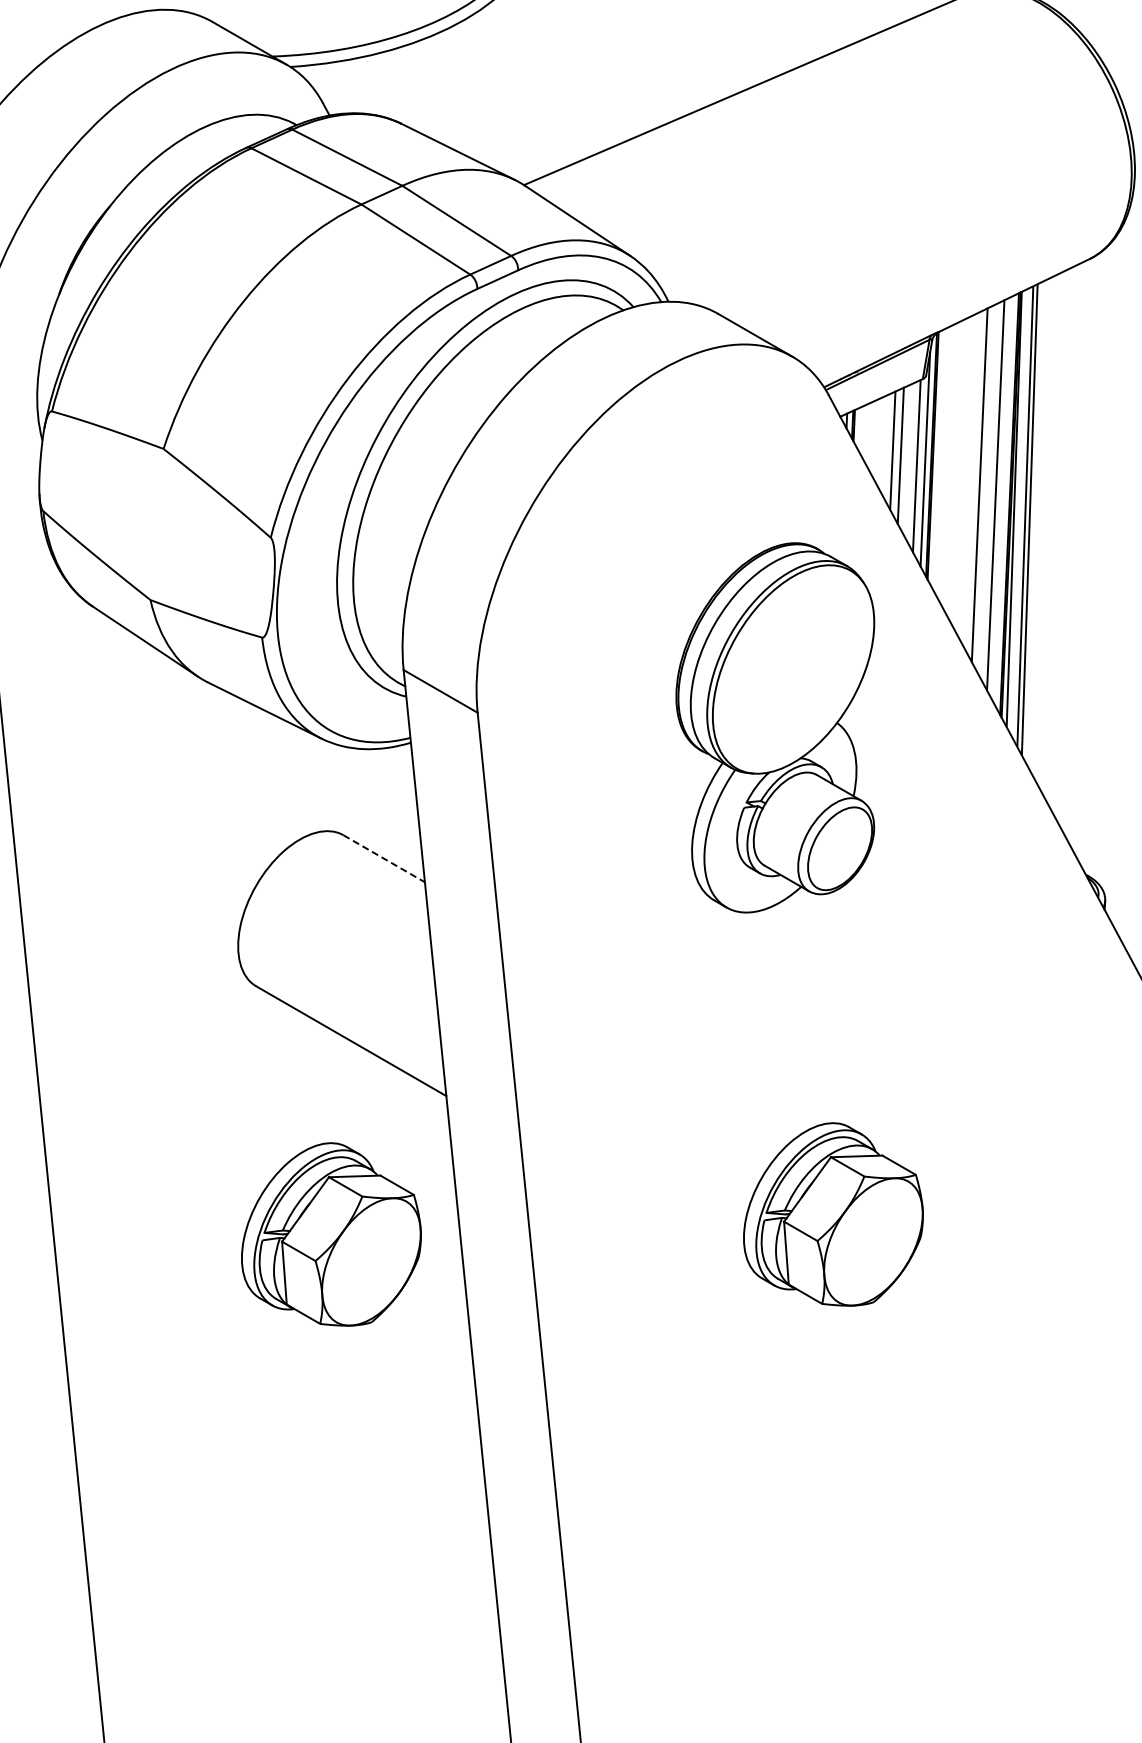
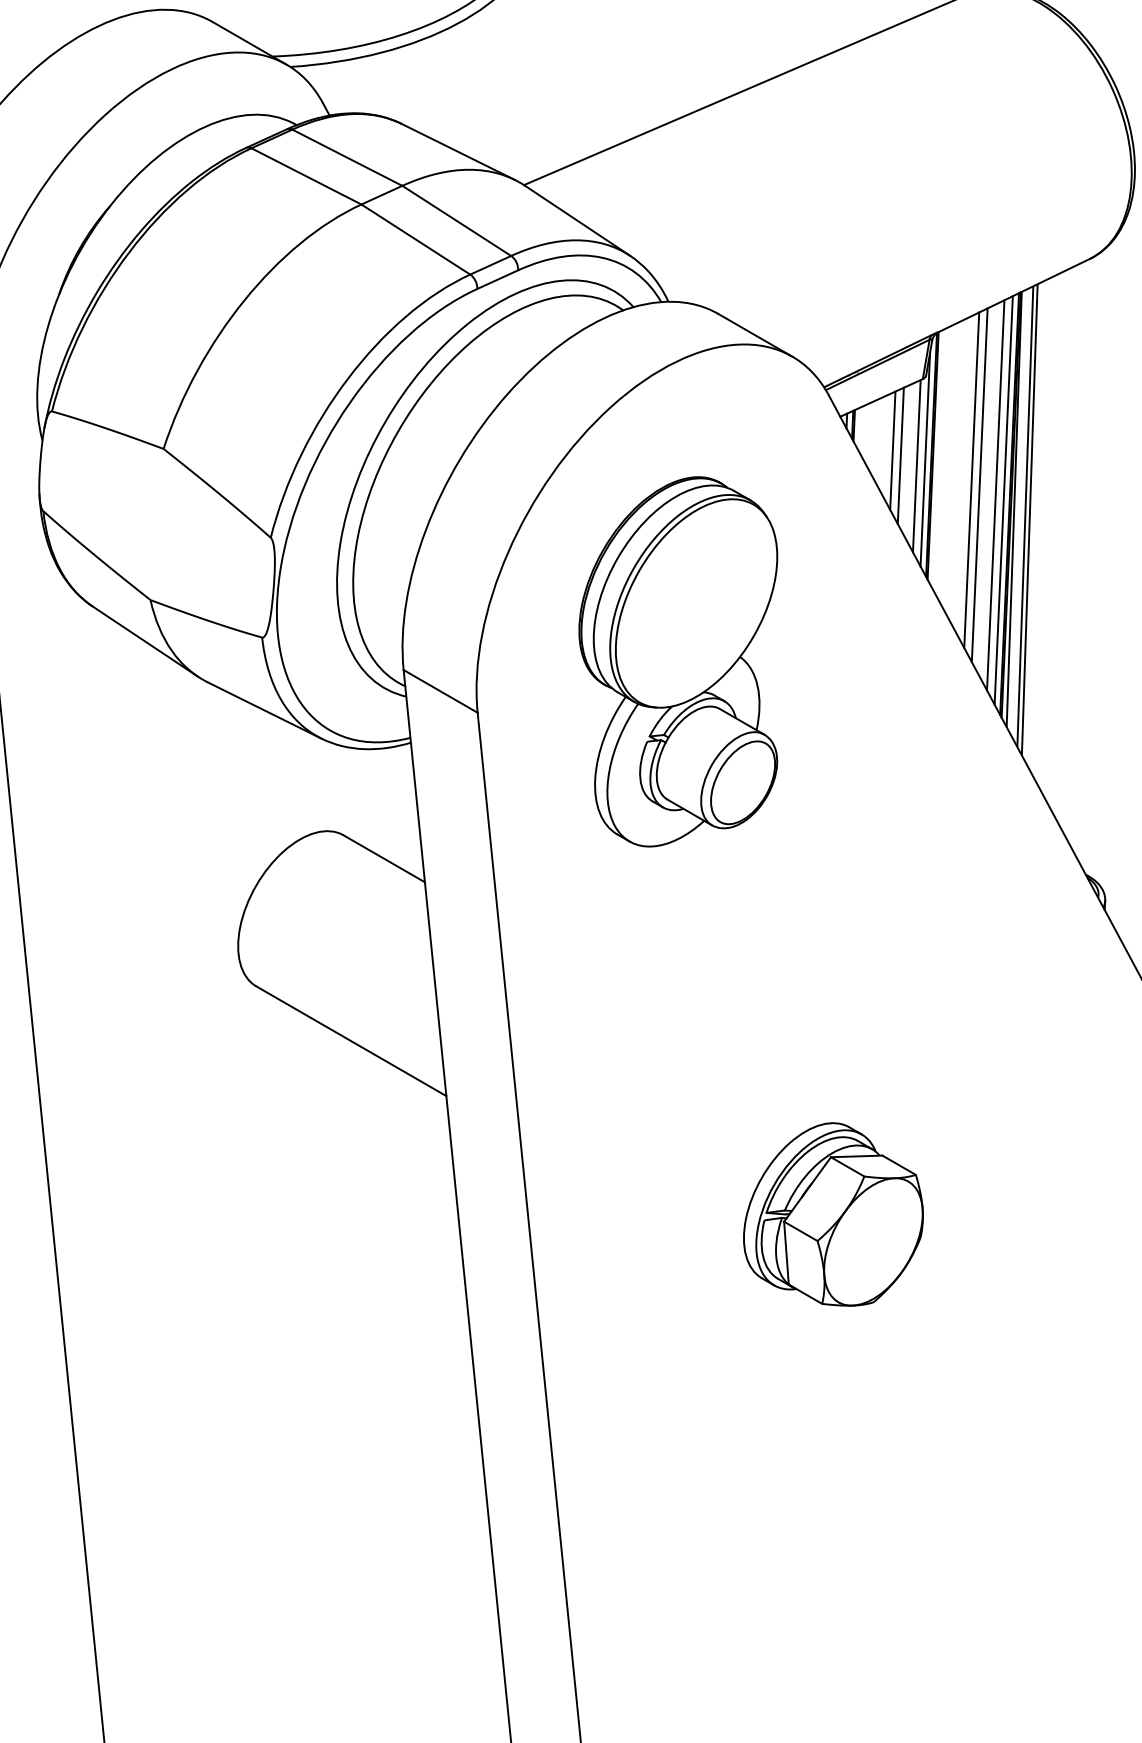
line at (971, 479): none -> present
line at (1003, 500): none -> present
part at (775, 727) position: (775, 727) -> (678, 661)
line at (384, 859): dashed -> solid
part at (331, 1234): present -> none
